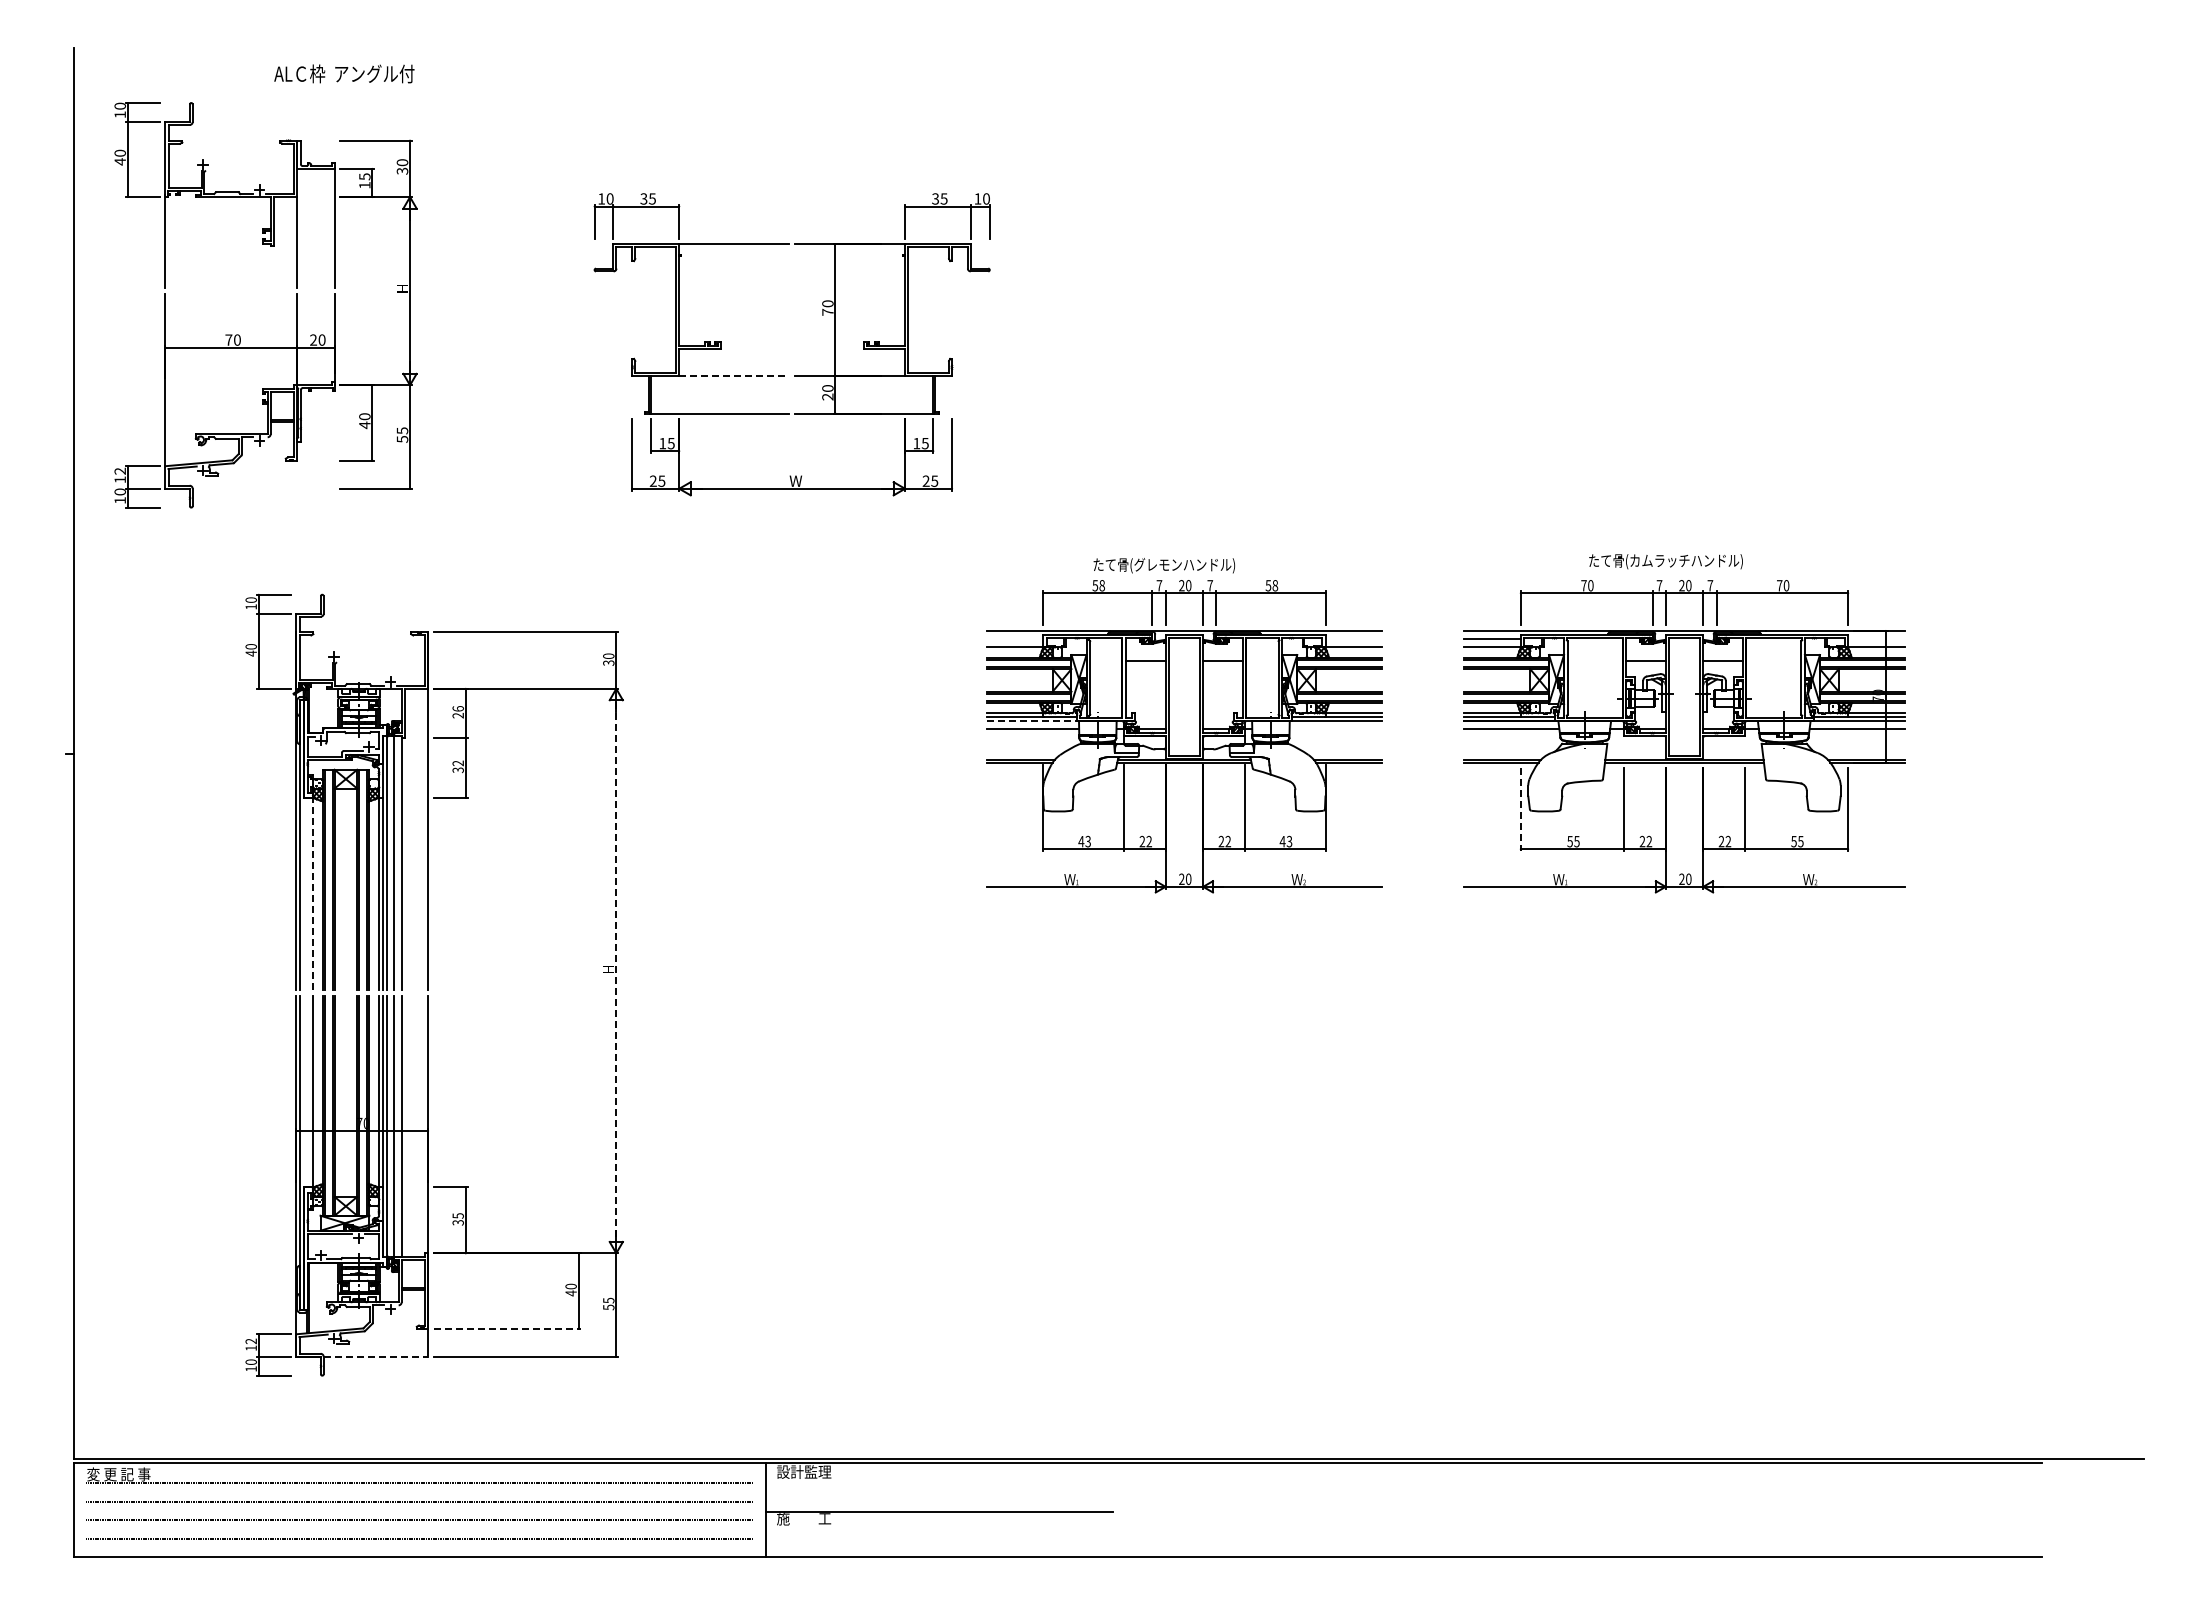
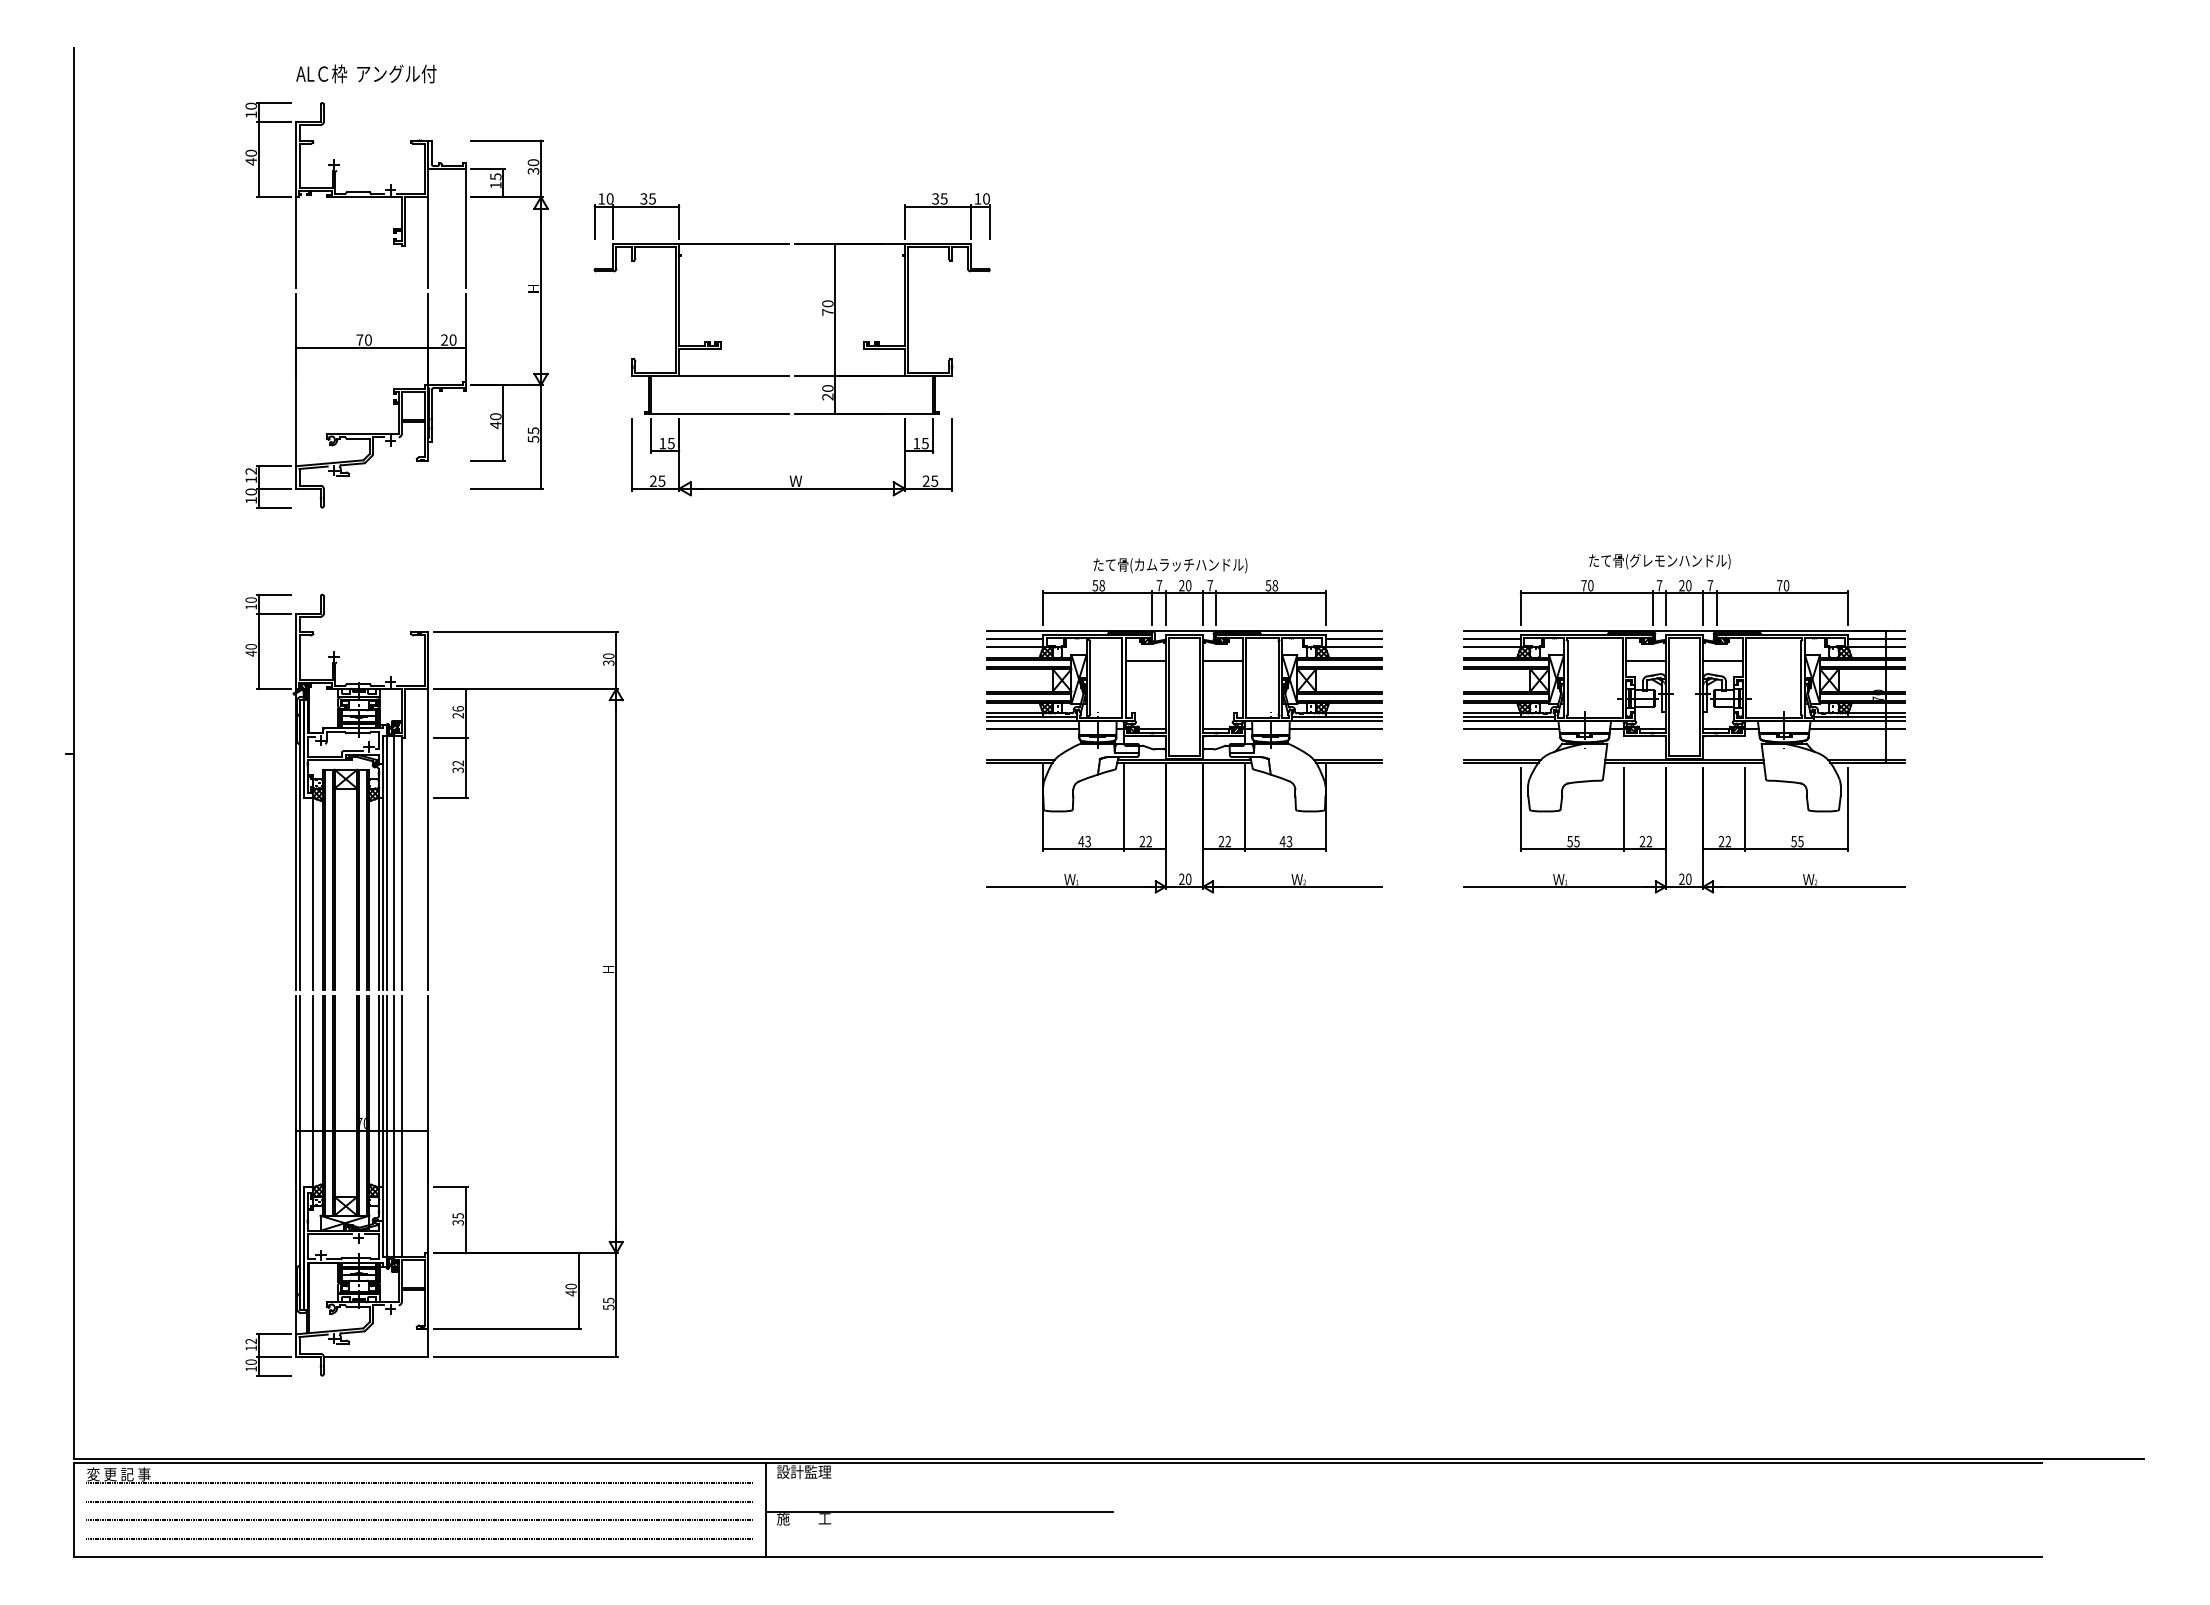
text at (344, 73) position: (344, 73) -> (366, 73)
part at (296, 305) position: (296, 305) -> (427, 305)
line at (734, 375): dashed -> solid
text at (1686, 561): たて骨(カムラッチハンドル) -> たて骨(グレモンハンドル)
text at (1190, 565): たて骨(グレモンハンドル) -> たて骨(カムラッチハンドル)
line at (1014, 638): none -> present
line at (1353, 638): none -> present
line at (1876, 638): none -> present
line at (1032, 721): dashed -> solid
line at (1335, 728): none -> present
line at (1520, 810): dashed -> solid
line at (312, 893): dashed -> solid
line at (616, 971): dashed -> solid
line at (507, 1328): dashed -> solid
line at (376, 1356): dashed -> solid
